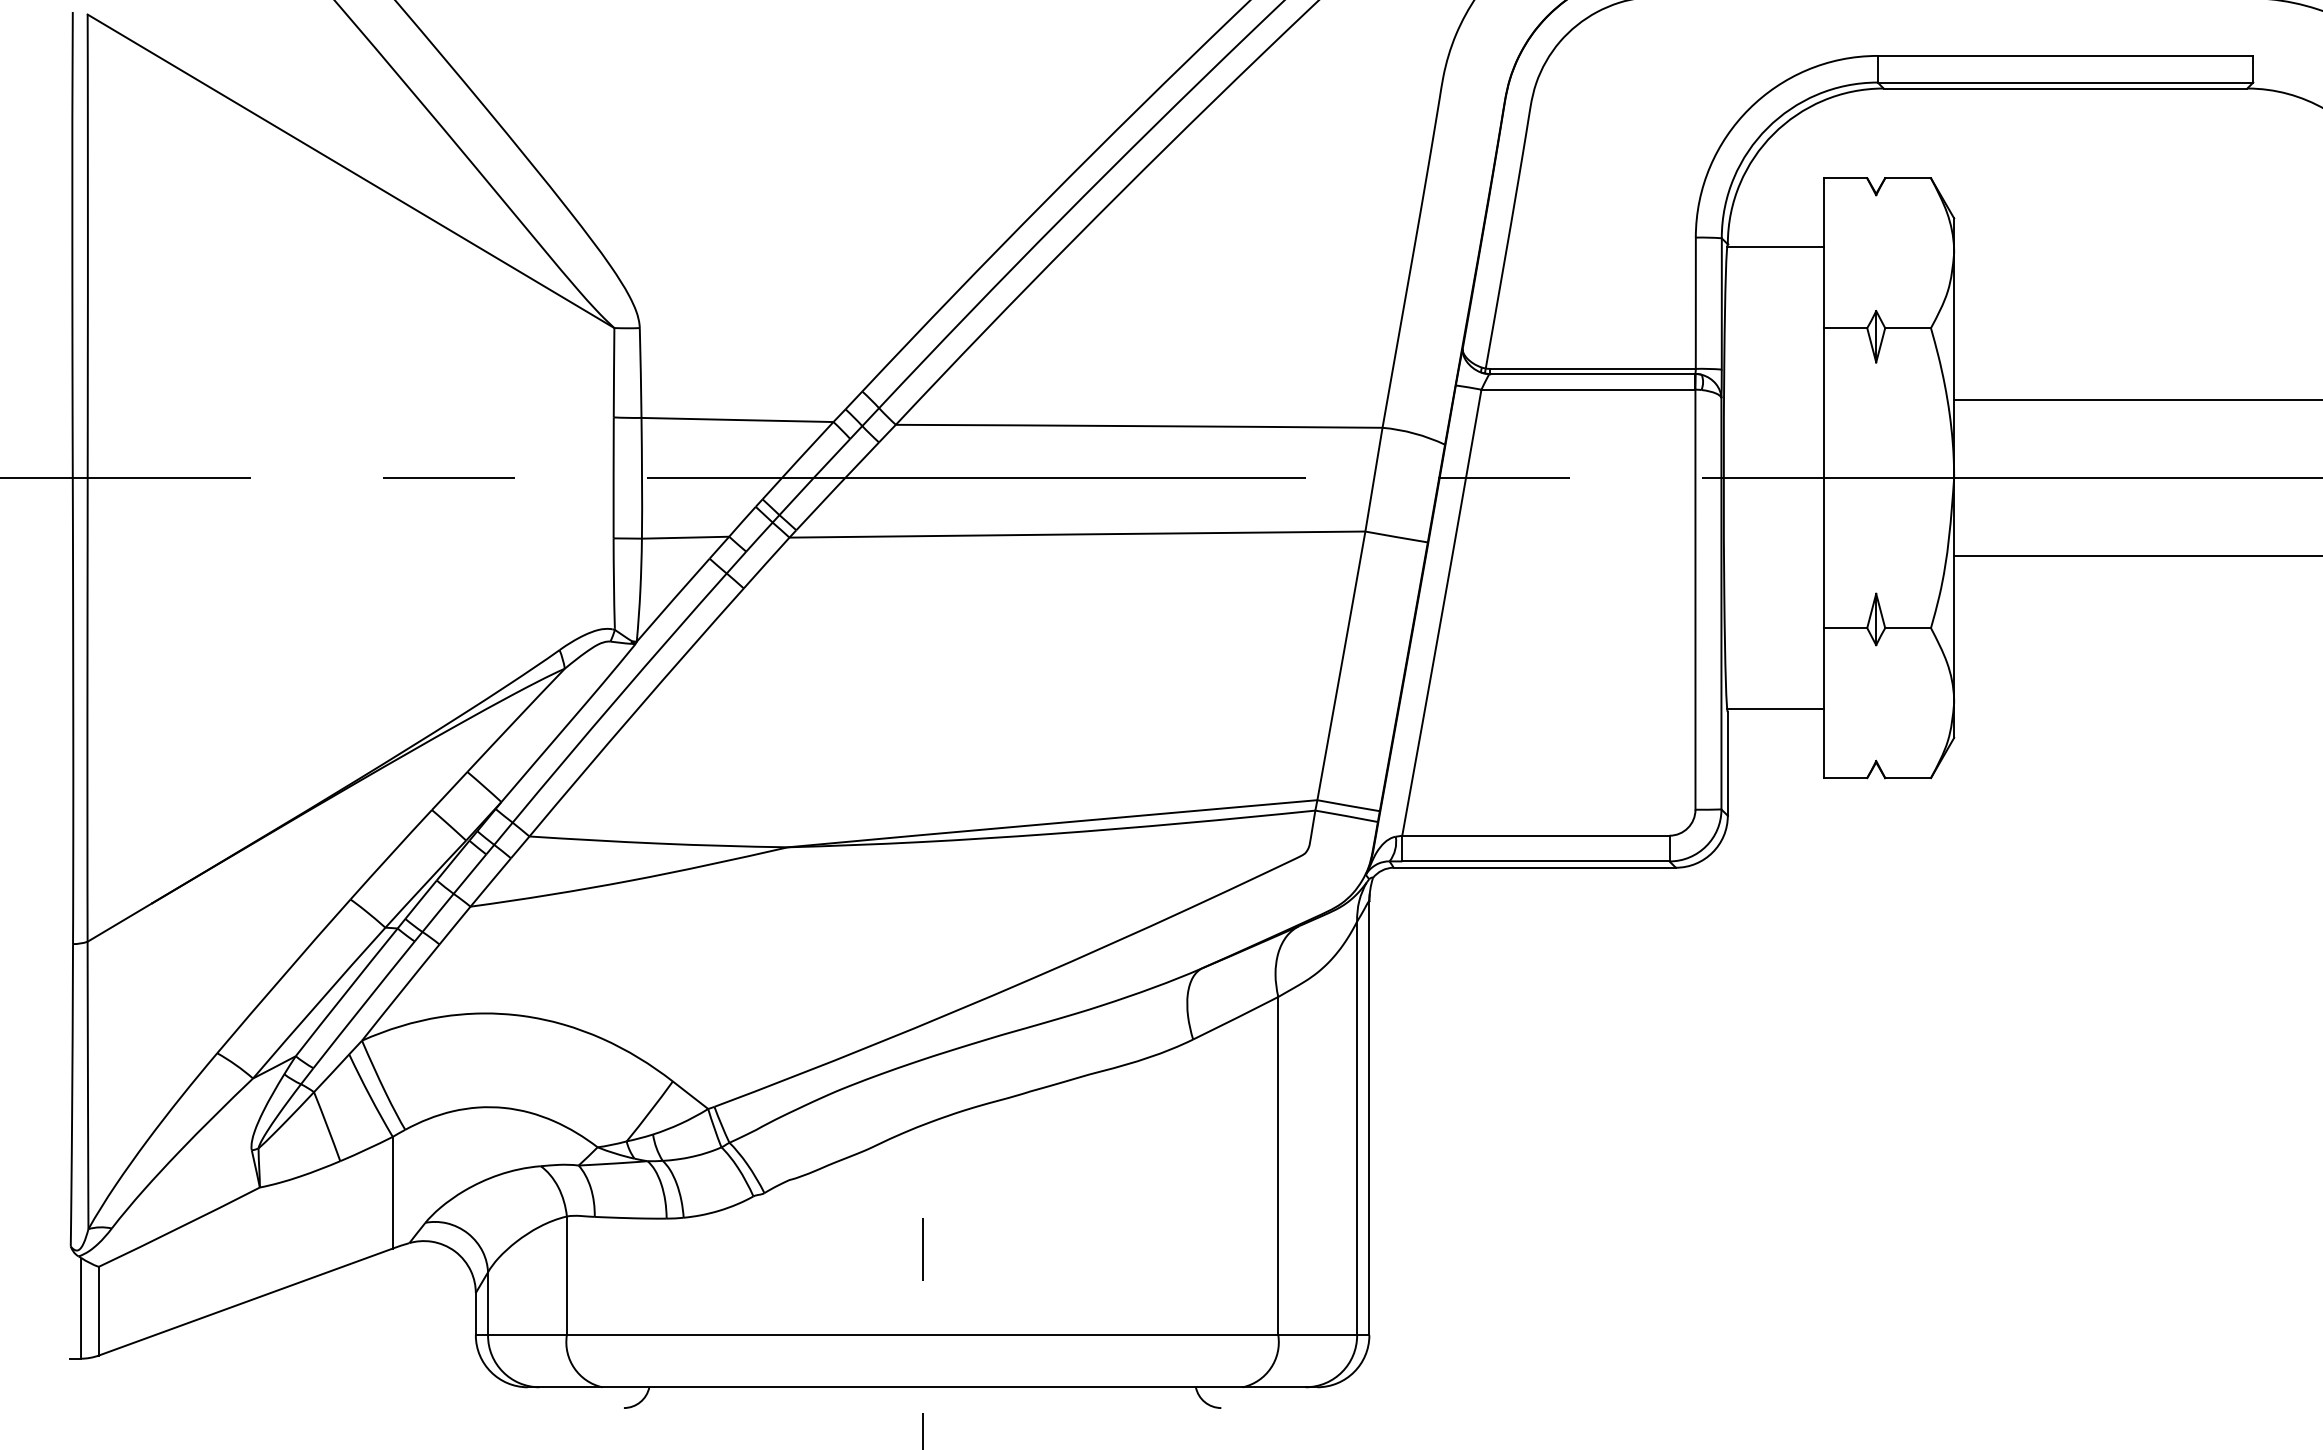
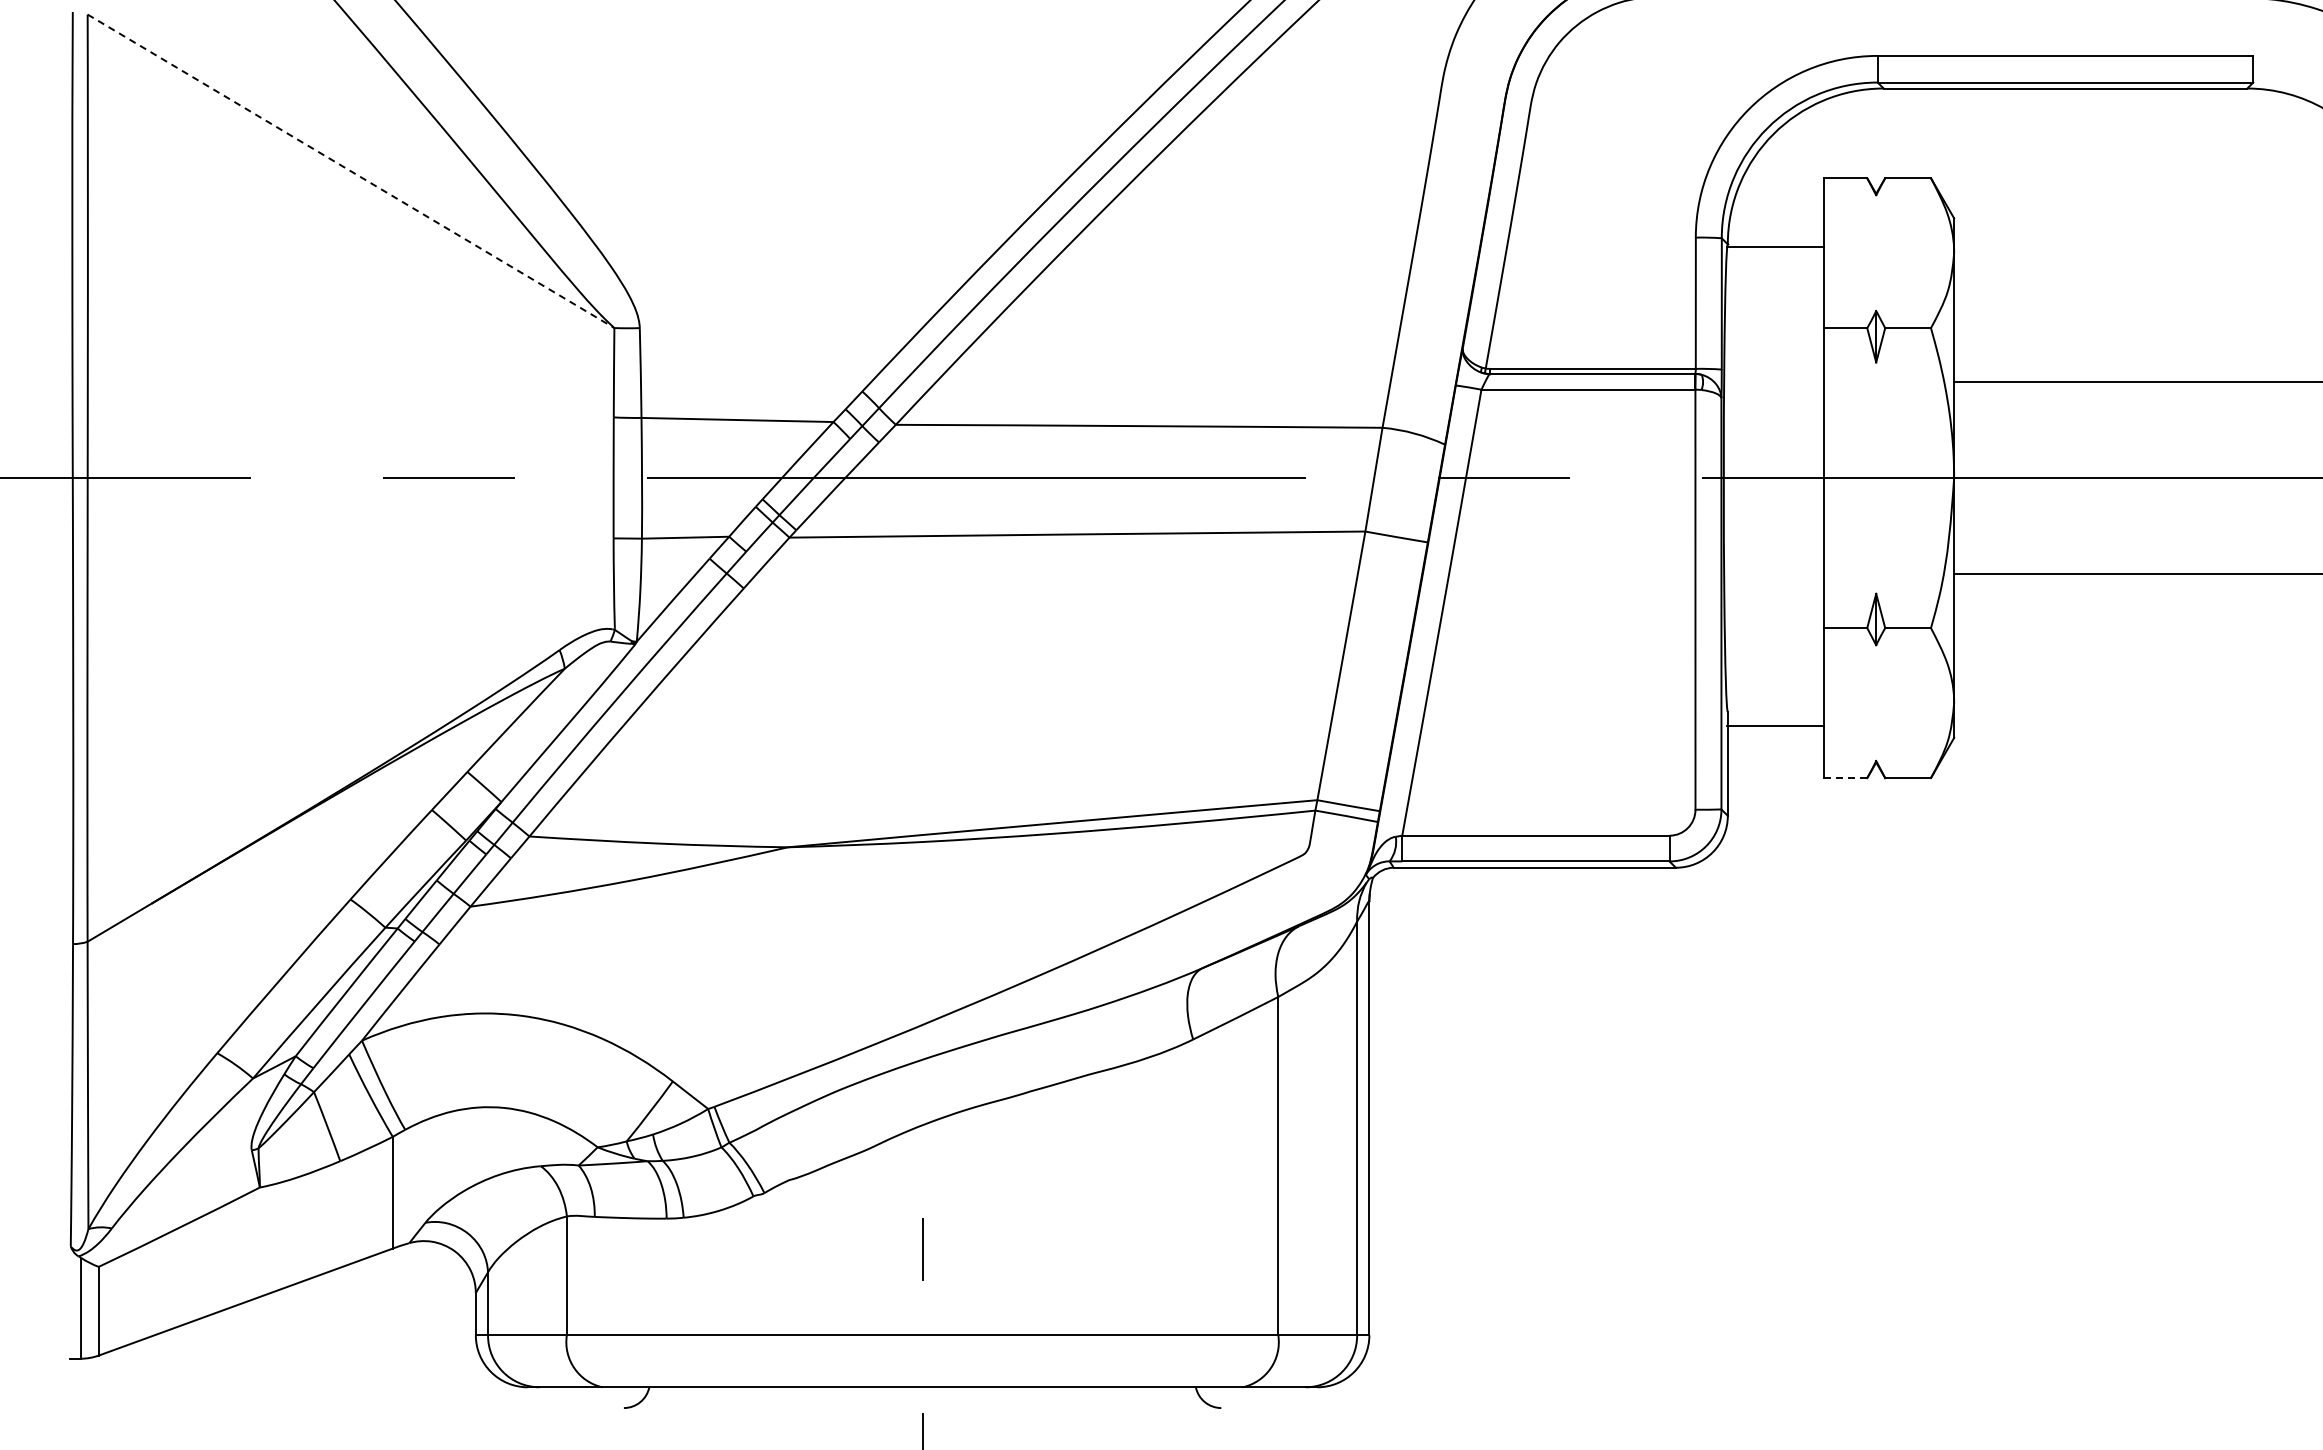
line at (351, 171): solid -> dashed
line at (2136, 400) position: (2136, 400) -> (2136, 382)
line at (2136, 556) position: (2136, 556) -> (2136, 574)
line at (1775, 709) position: (1775, 709) -> (1775, 726)
line at (1845, 778): solid -> dashed
